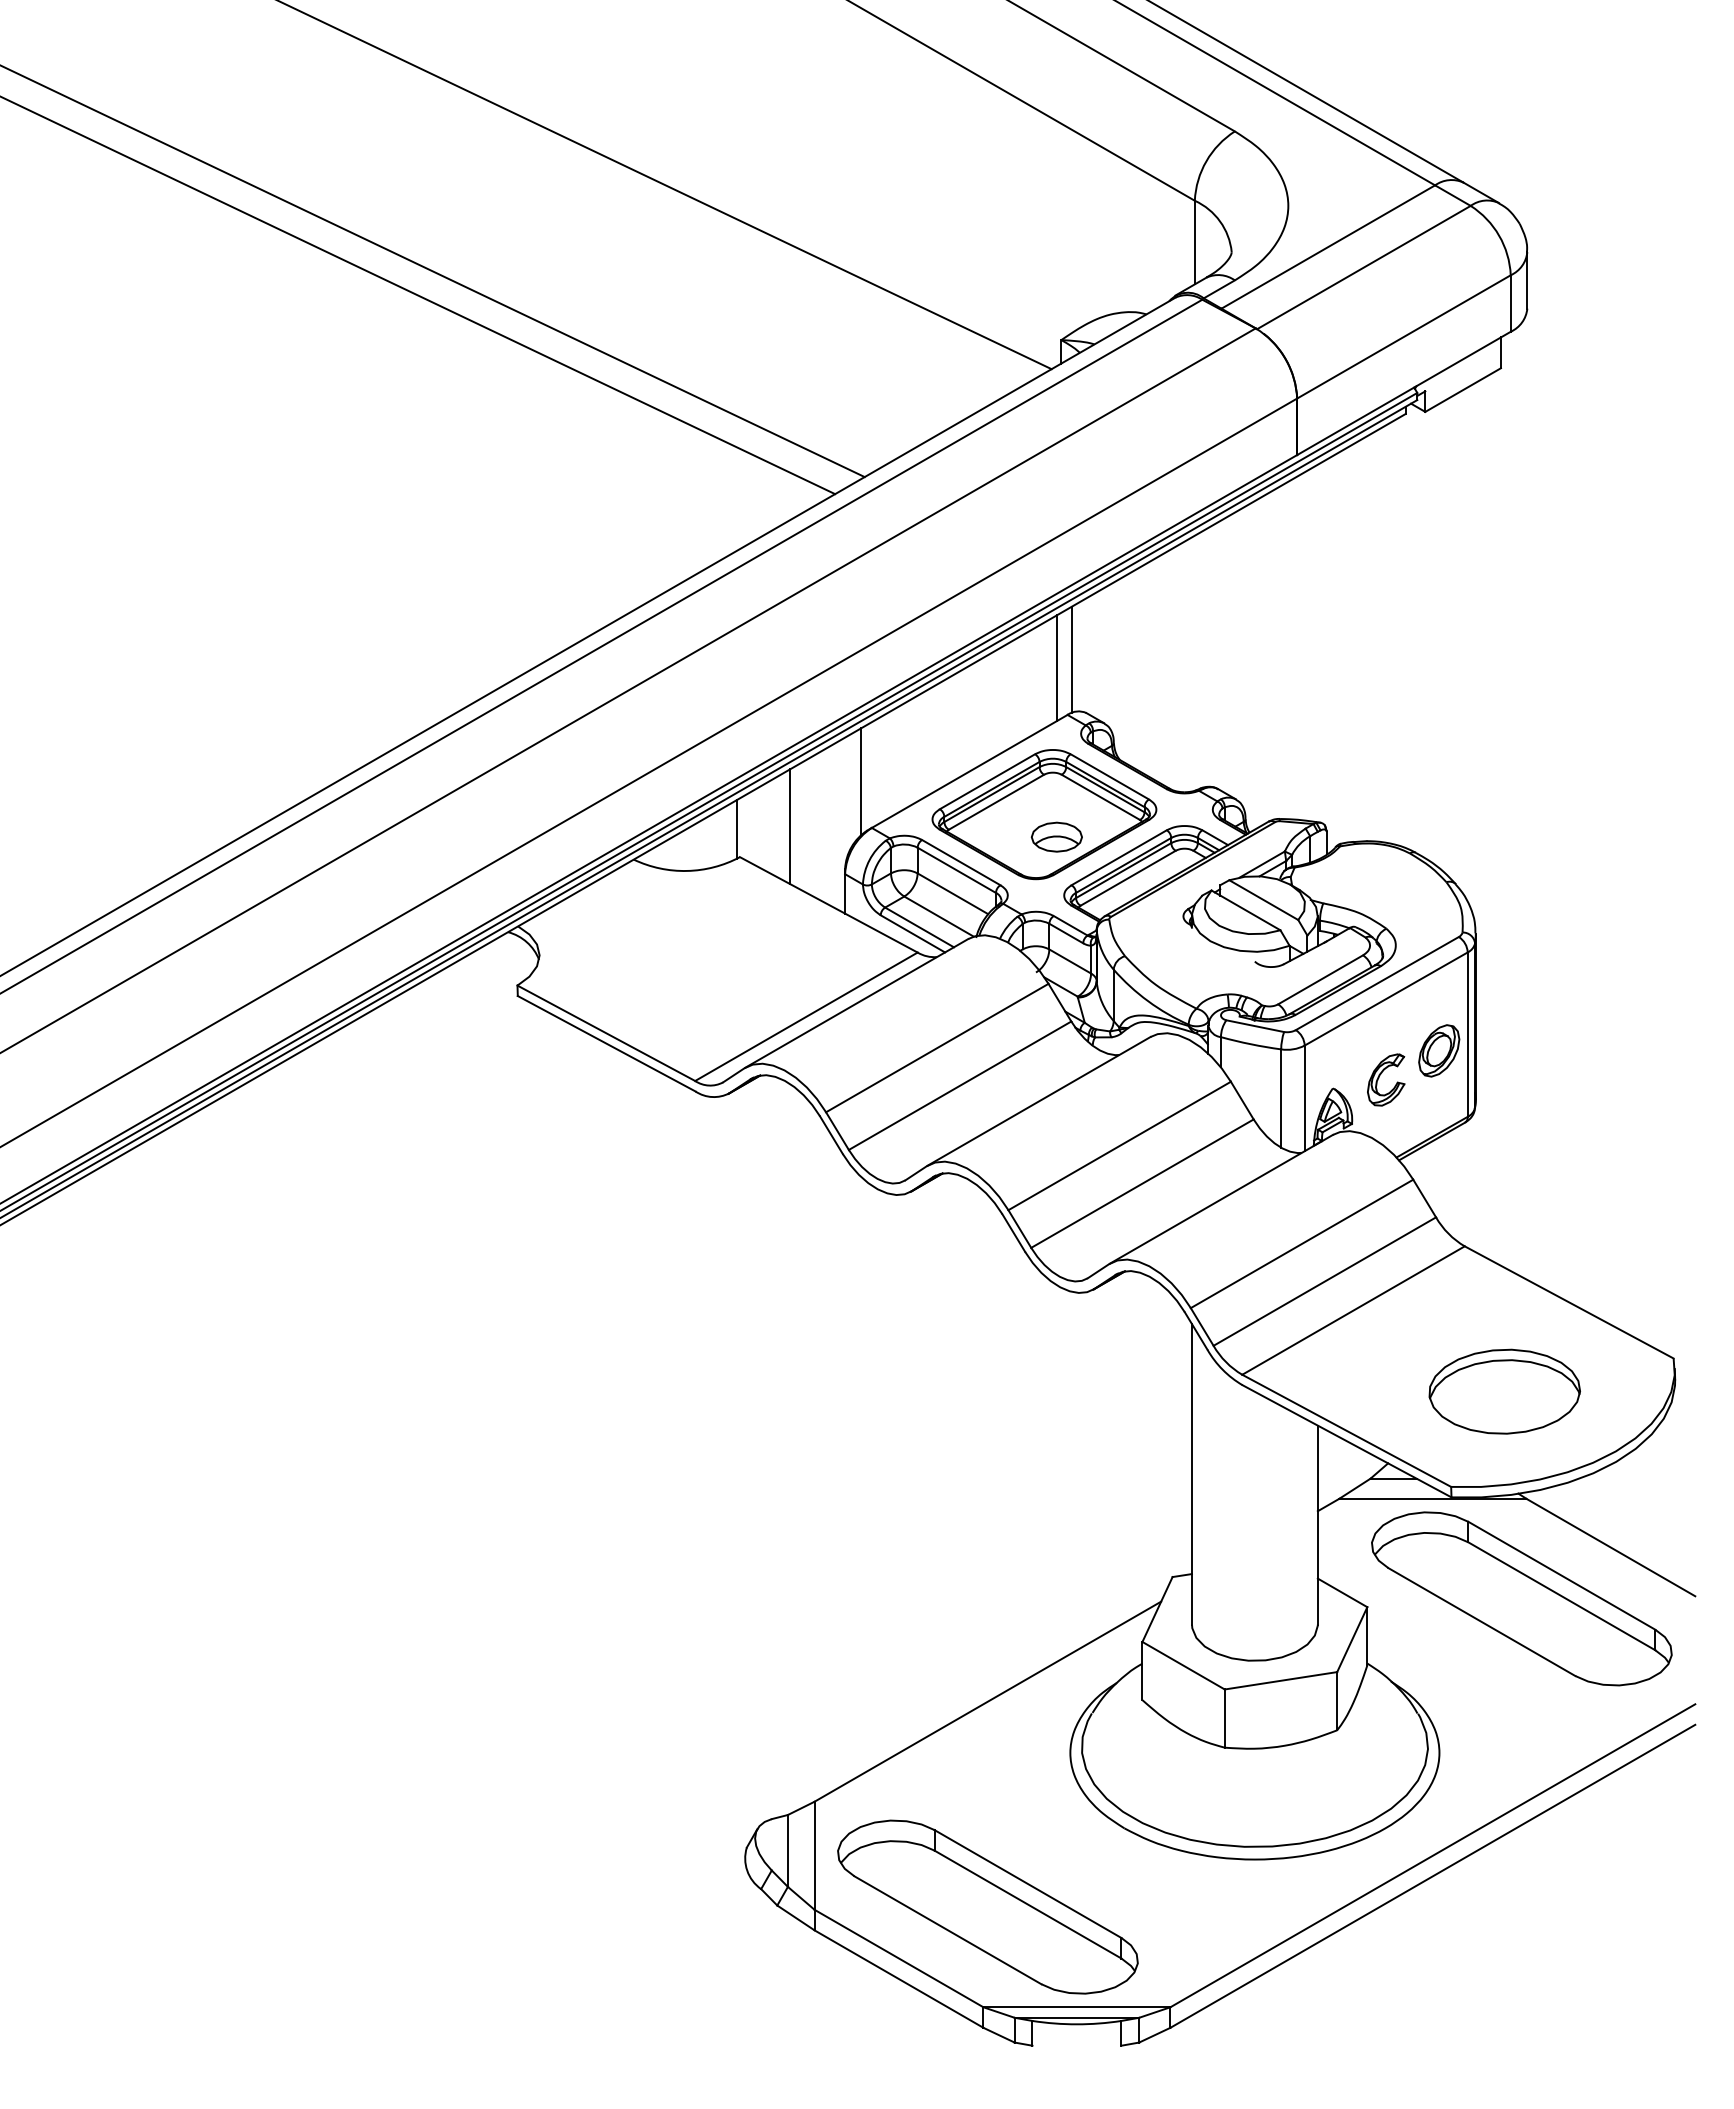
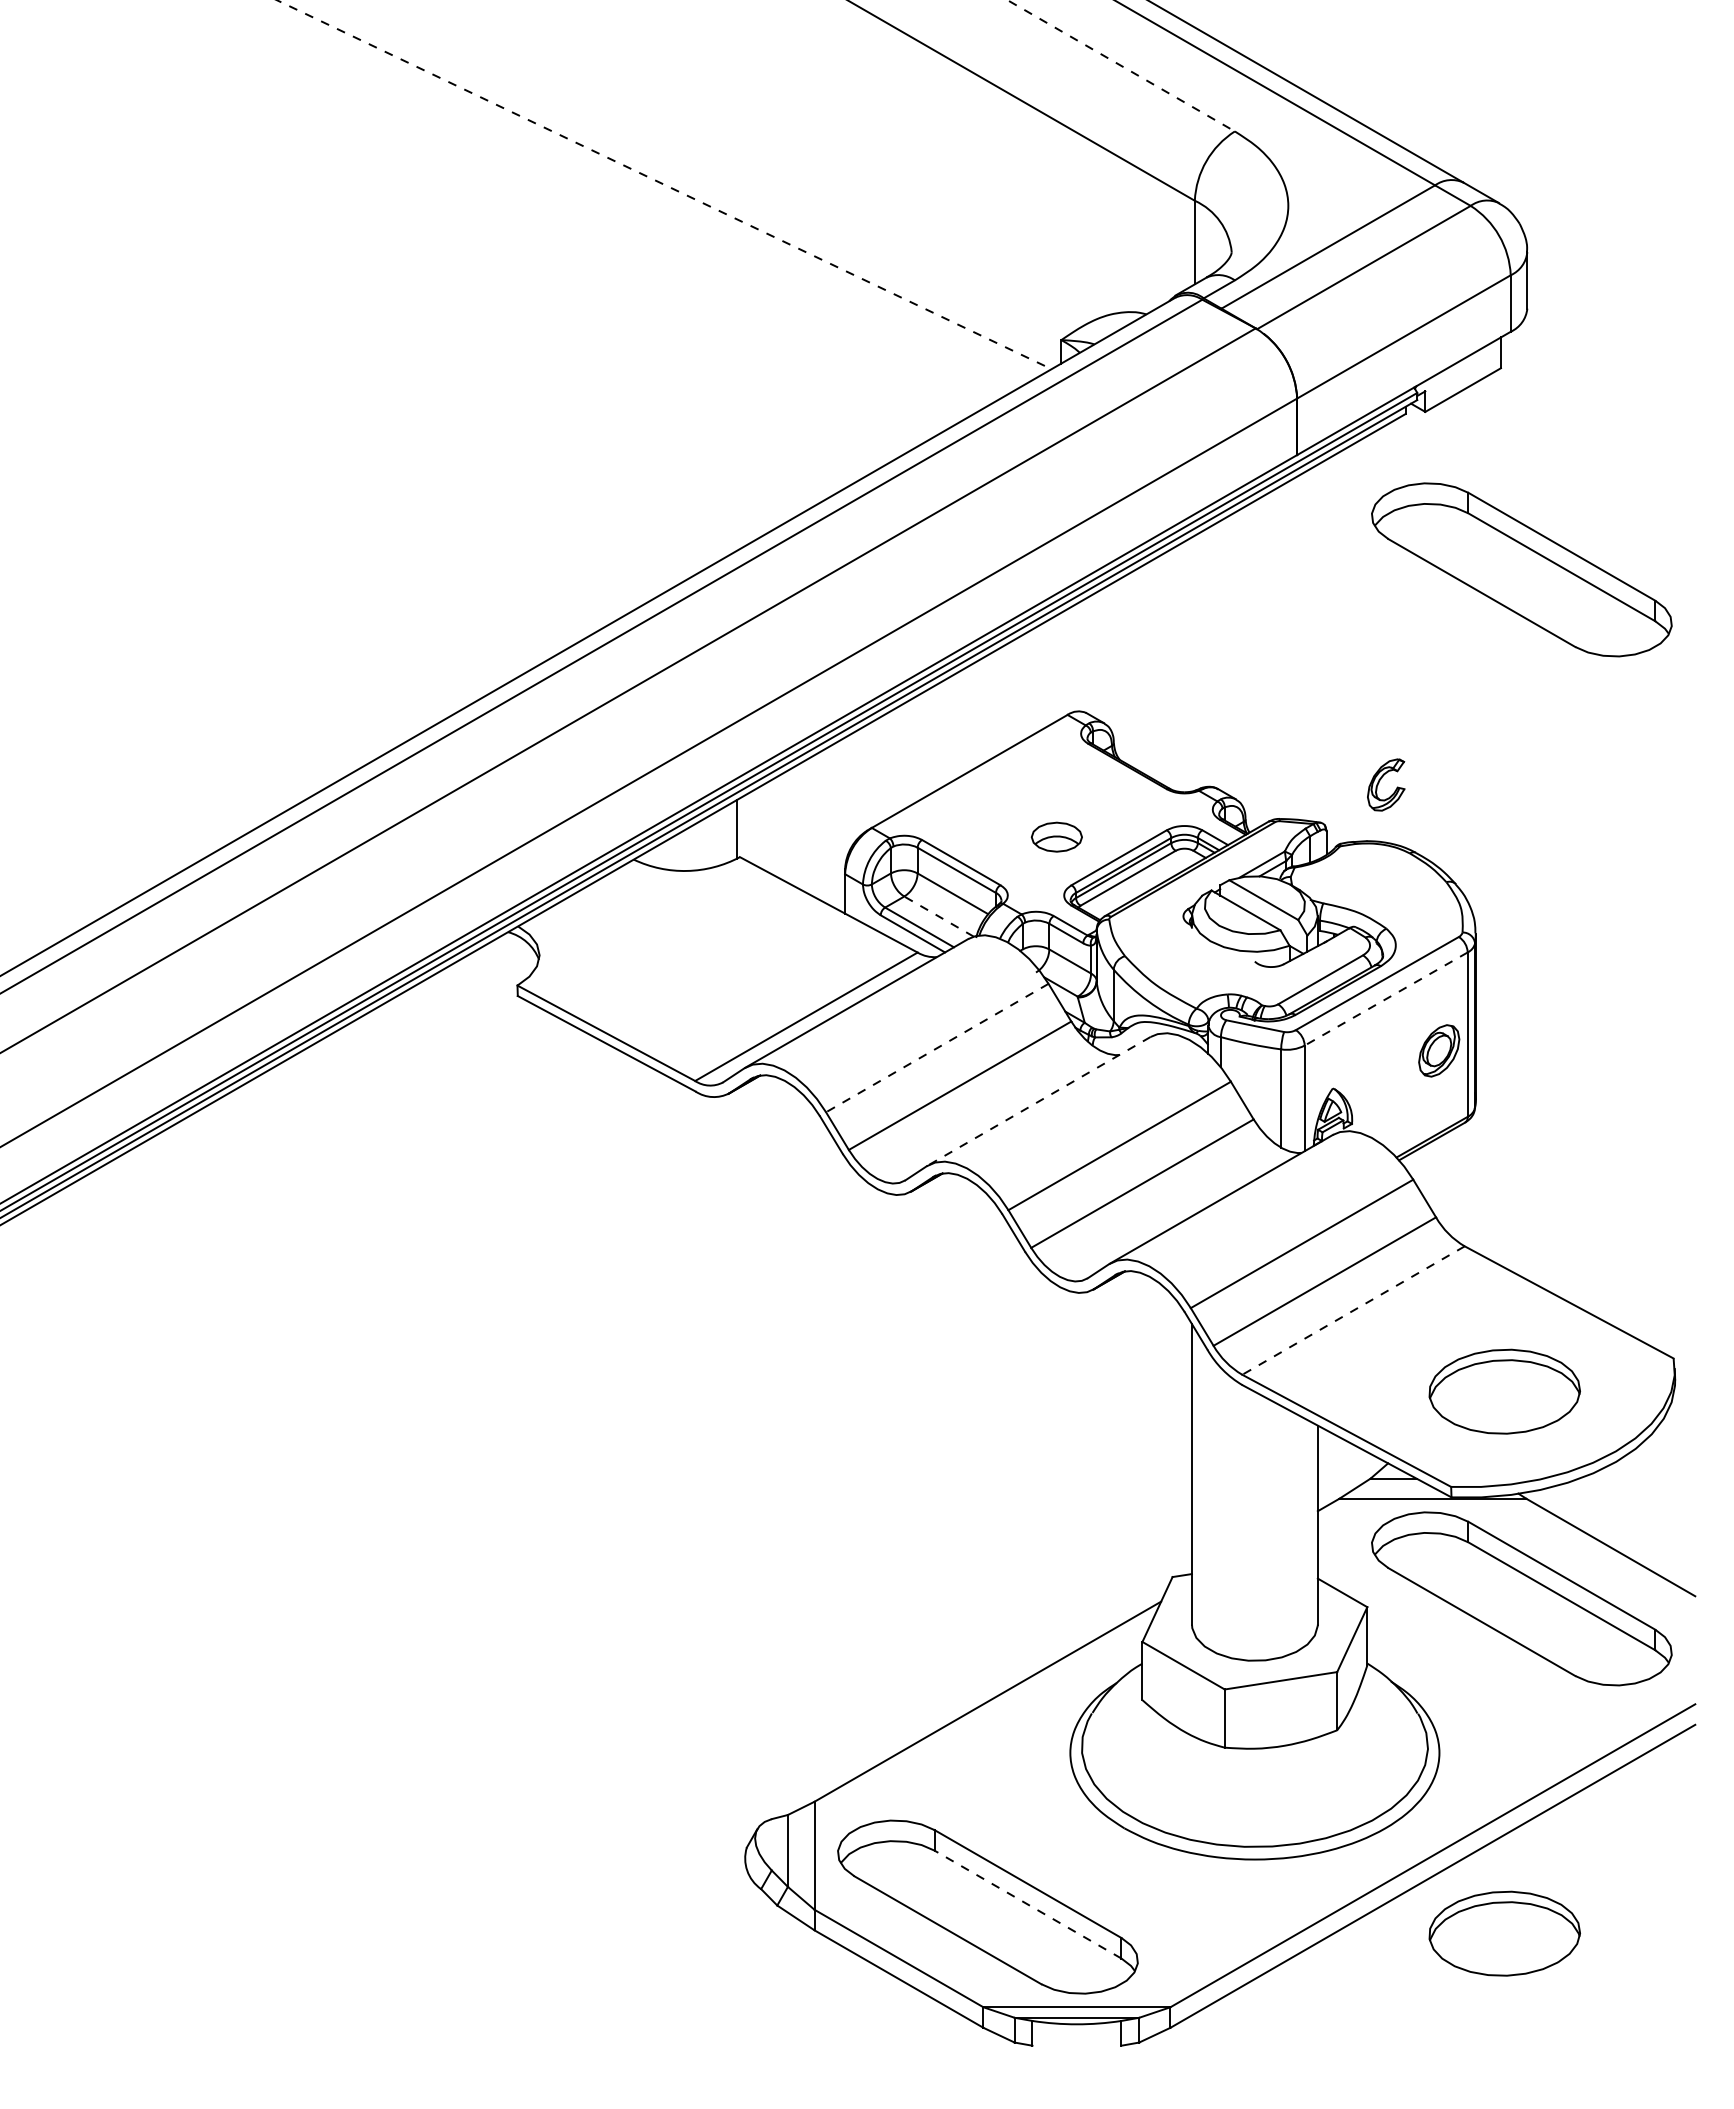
line at (1121, 65): solid -> dashed
line at (664, 184): solid -> dashed
line at (433, 271): present -> none
line at (418, 295): present -> none
part at (1521, 569): none -> present
line at (1071, 659): present -> none
line at (1056, 668): present -> none
line at (861, 781): present -> none
part at (1044, 814): present -> none
line at (789, 826): present -> none
line at (938, 916): solid -> dashed
line at (1386, 999): solid -> dashed
line at (936, 1048): solid -> dashed
part at (1381, 1074) position: (1381, 1074) -> (1381, 779)
line at (1038, 1101): solid -> dashed
line at (1353, 1310): solid -> dashed
line at (1028, 1904): solid -> dashed
part at (1504, 1933): none -> present
